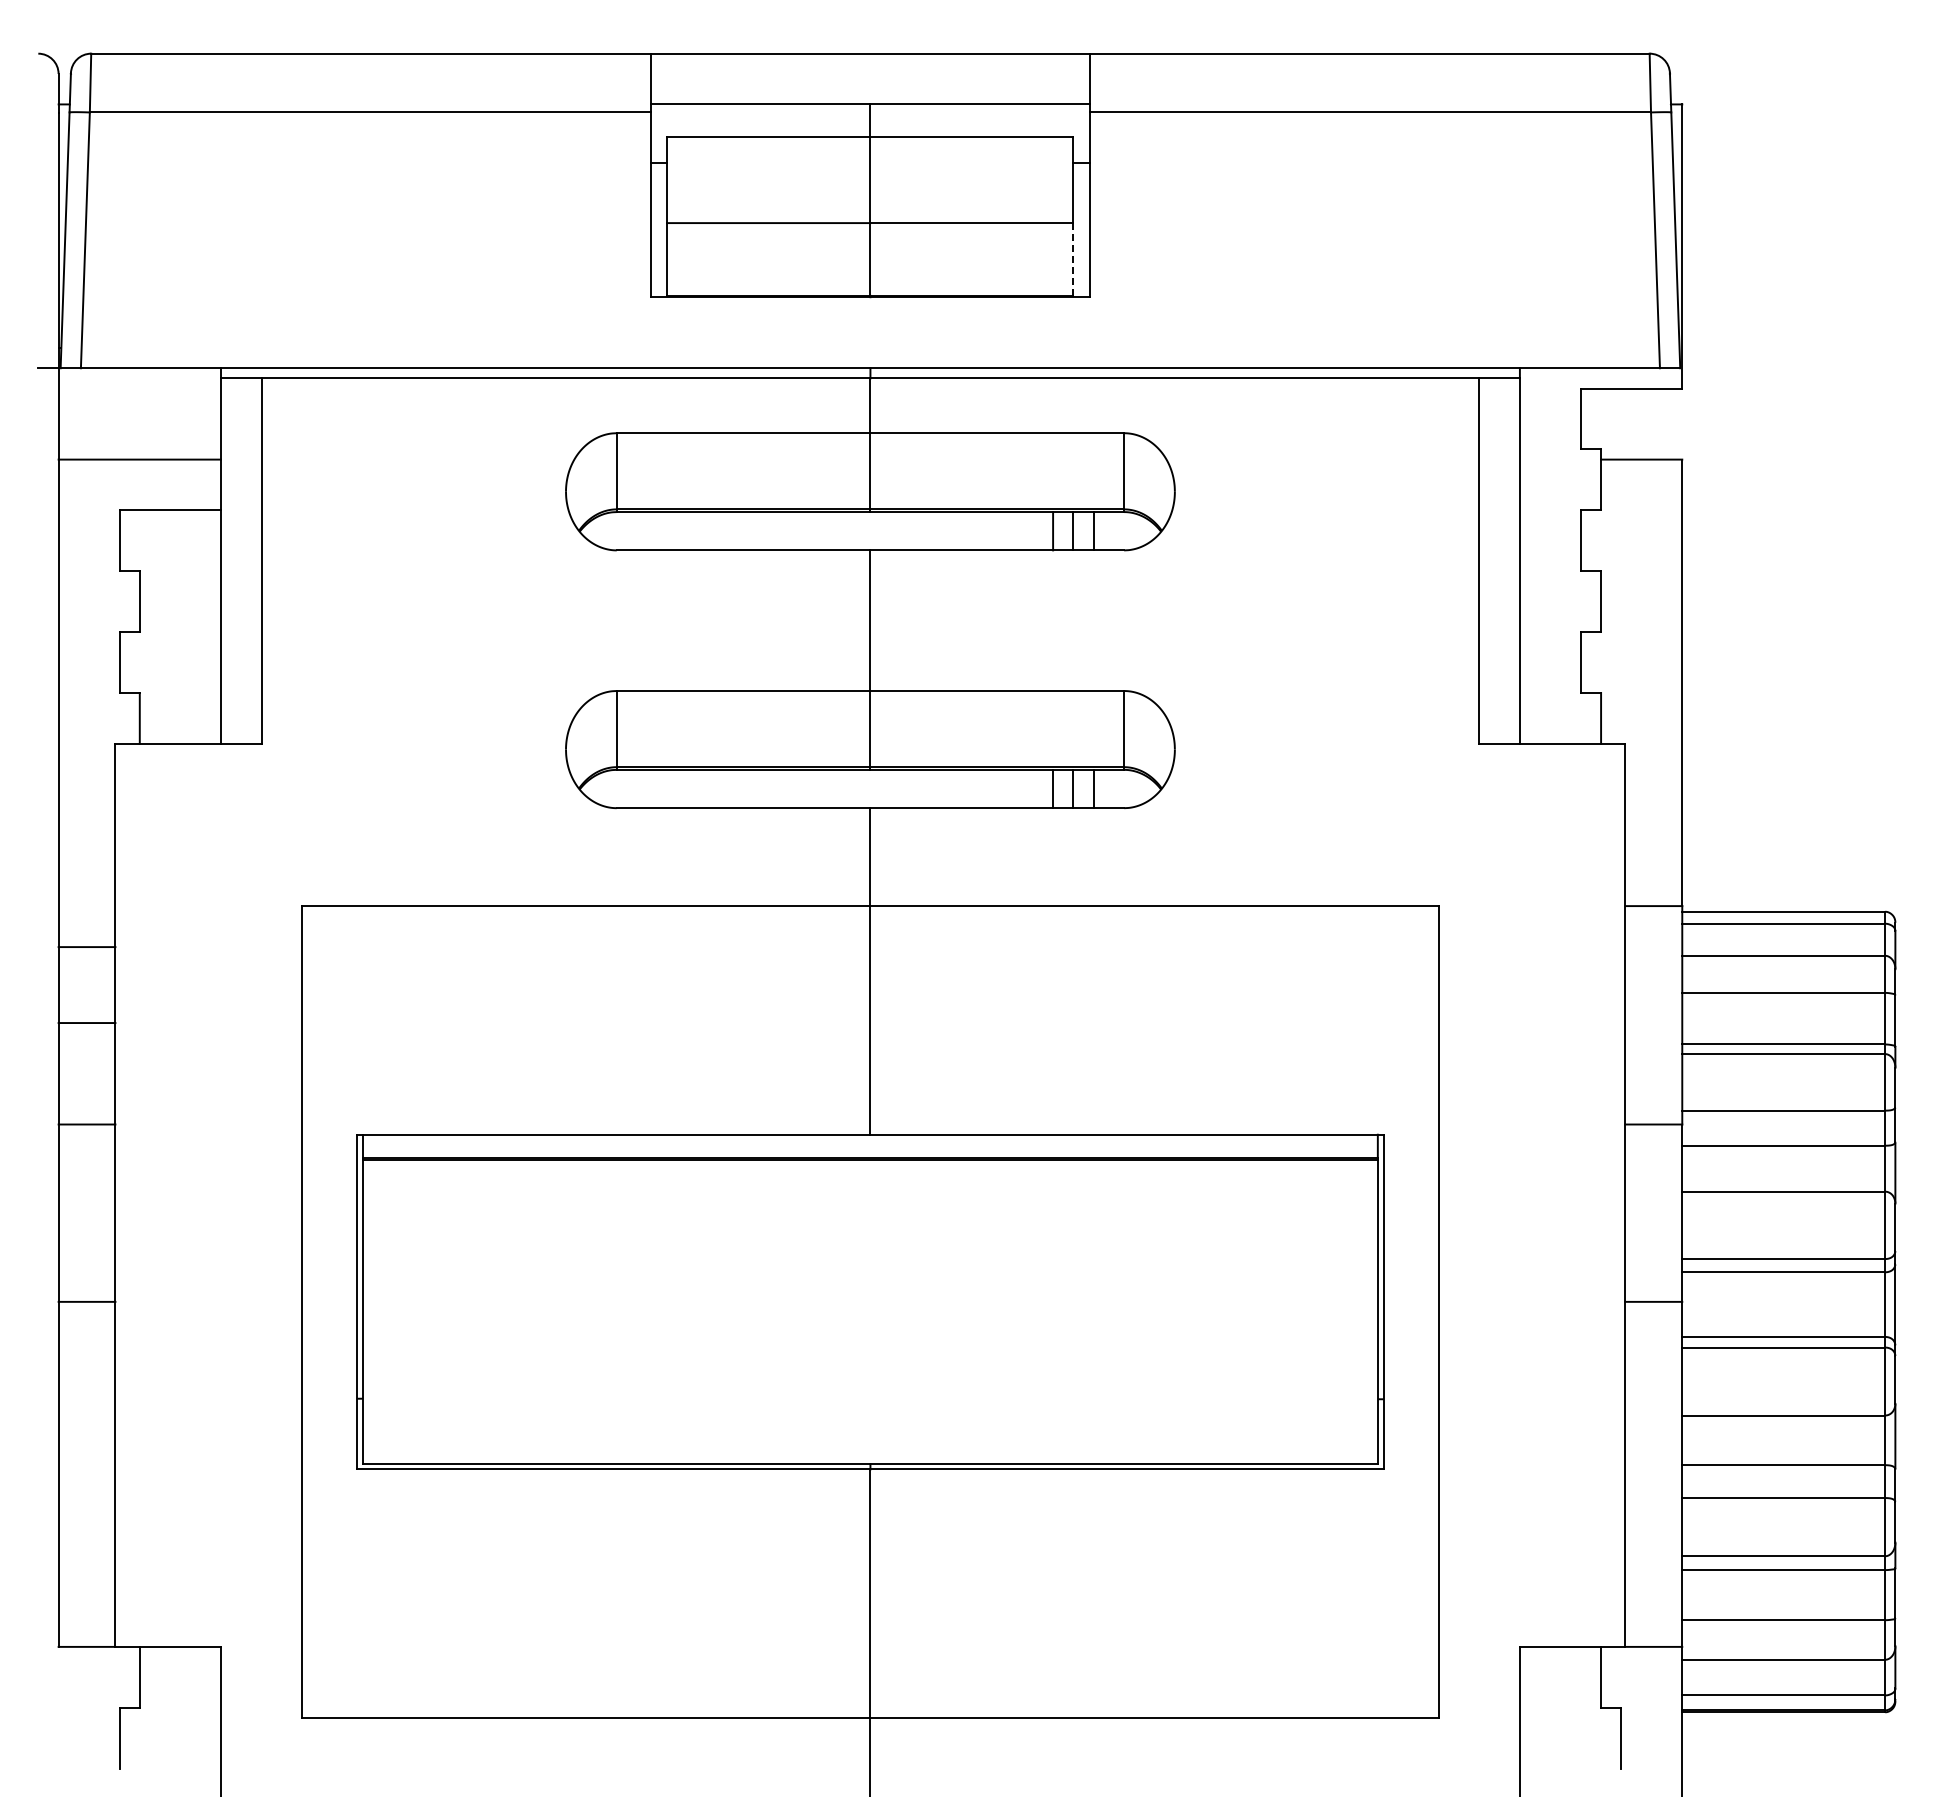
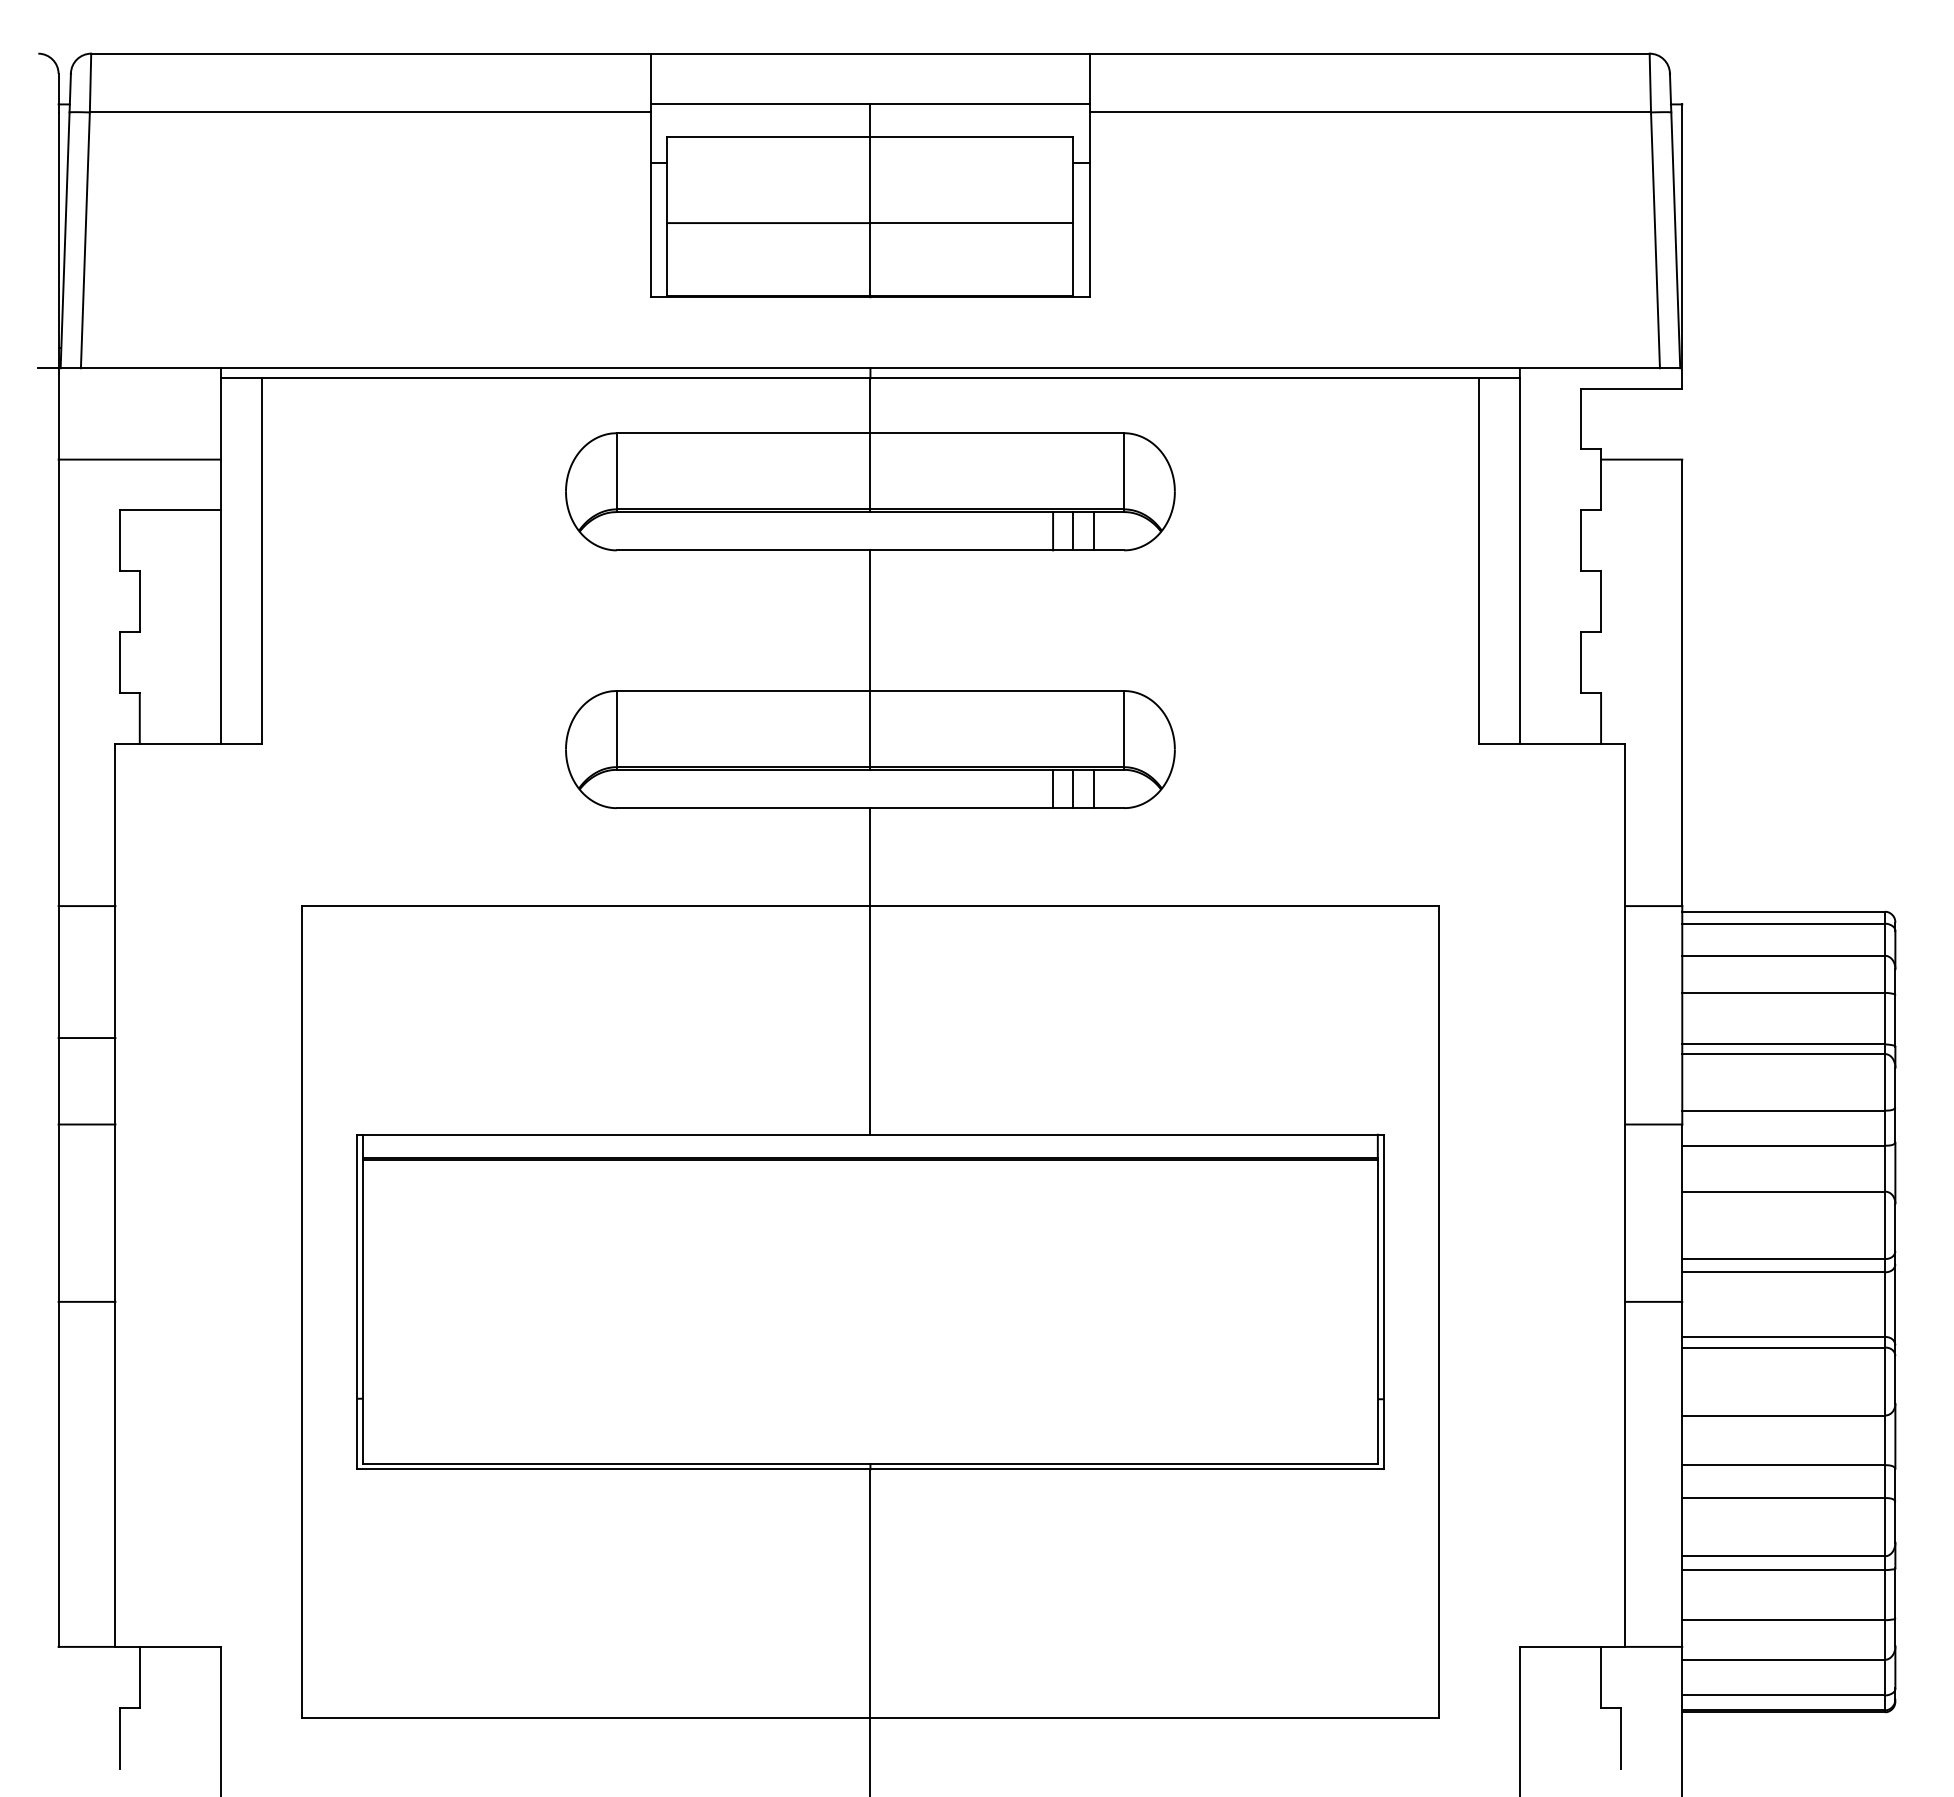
line at (1073, 258): dashed -> solid
line at (86, 947) position: (86, 947) -> (86, 906)
line at (86, 1023) position: (86, 1023) -> (86, 1038)
